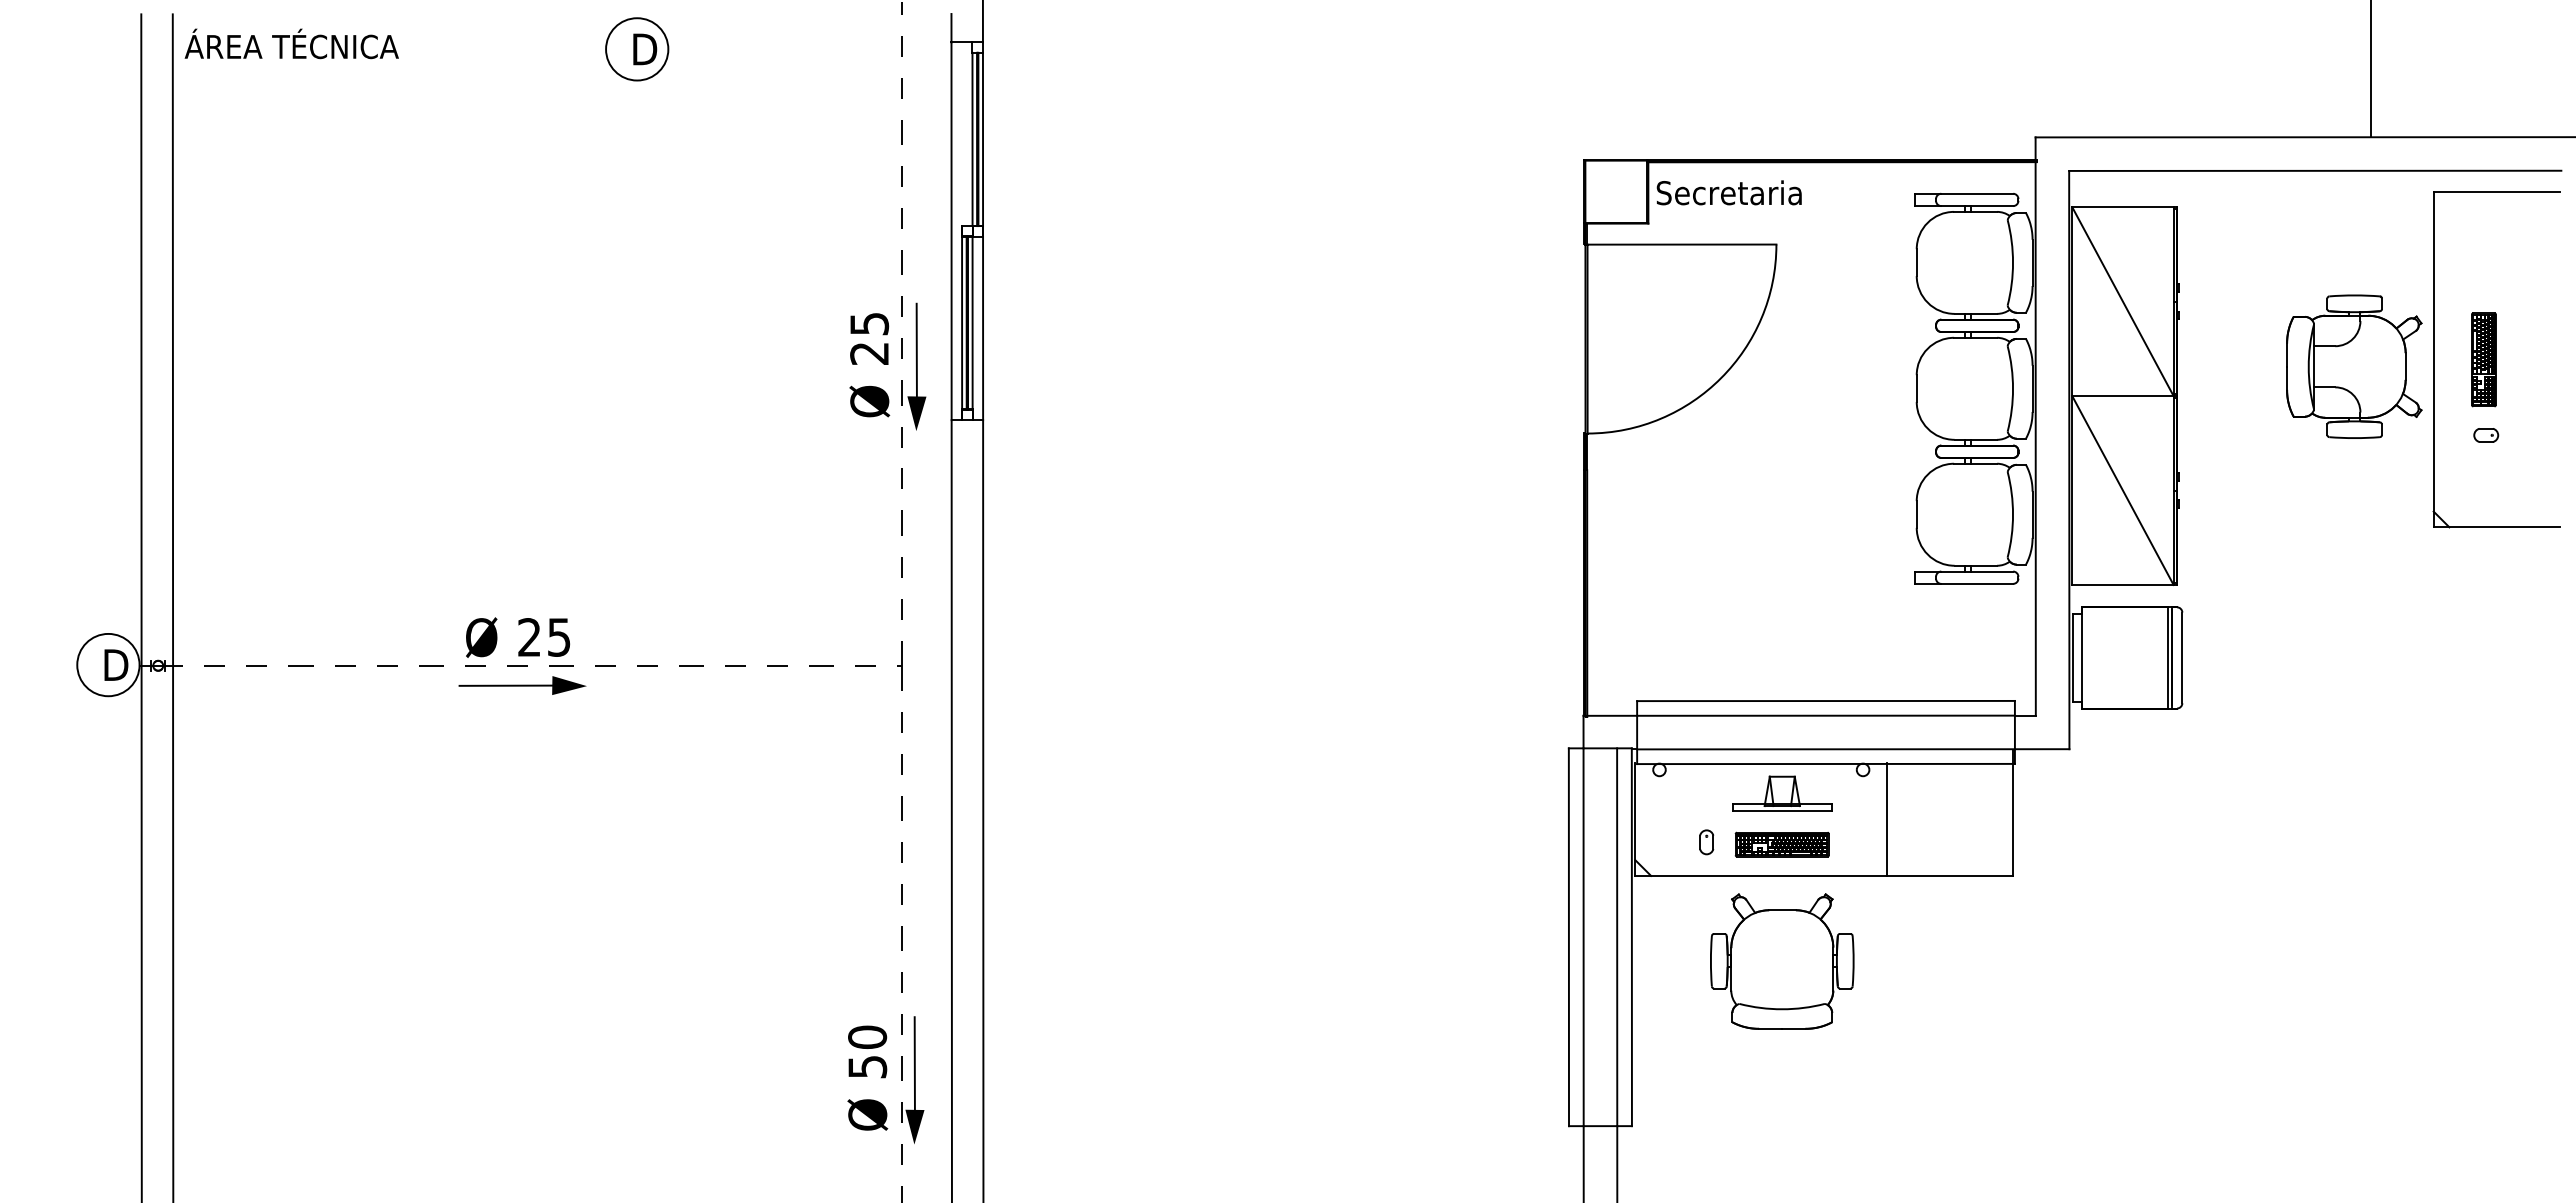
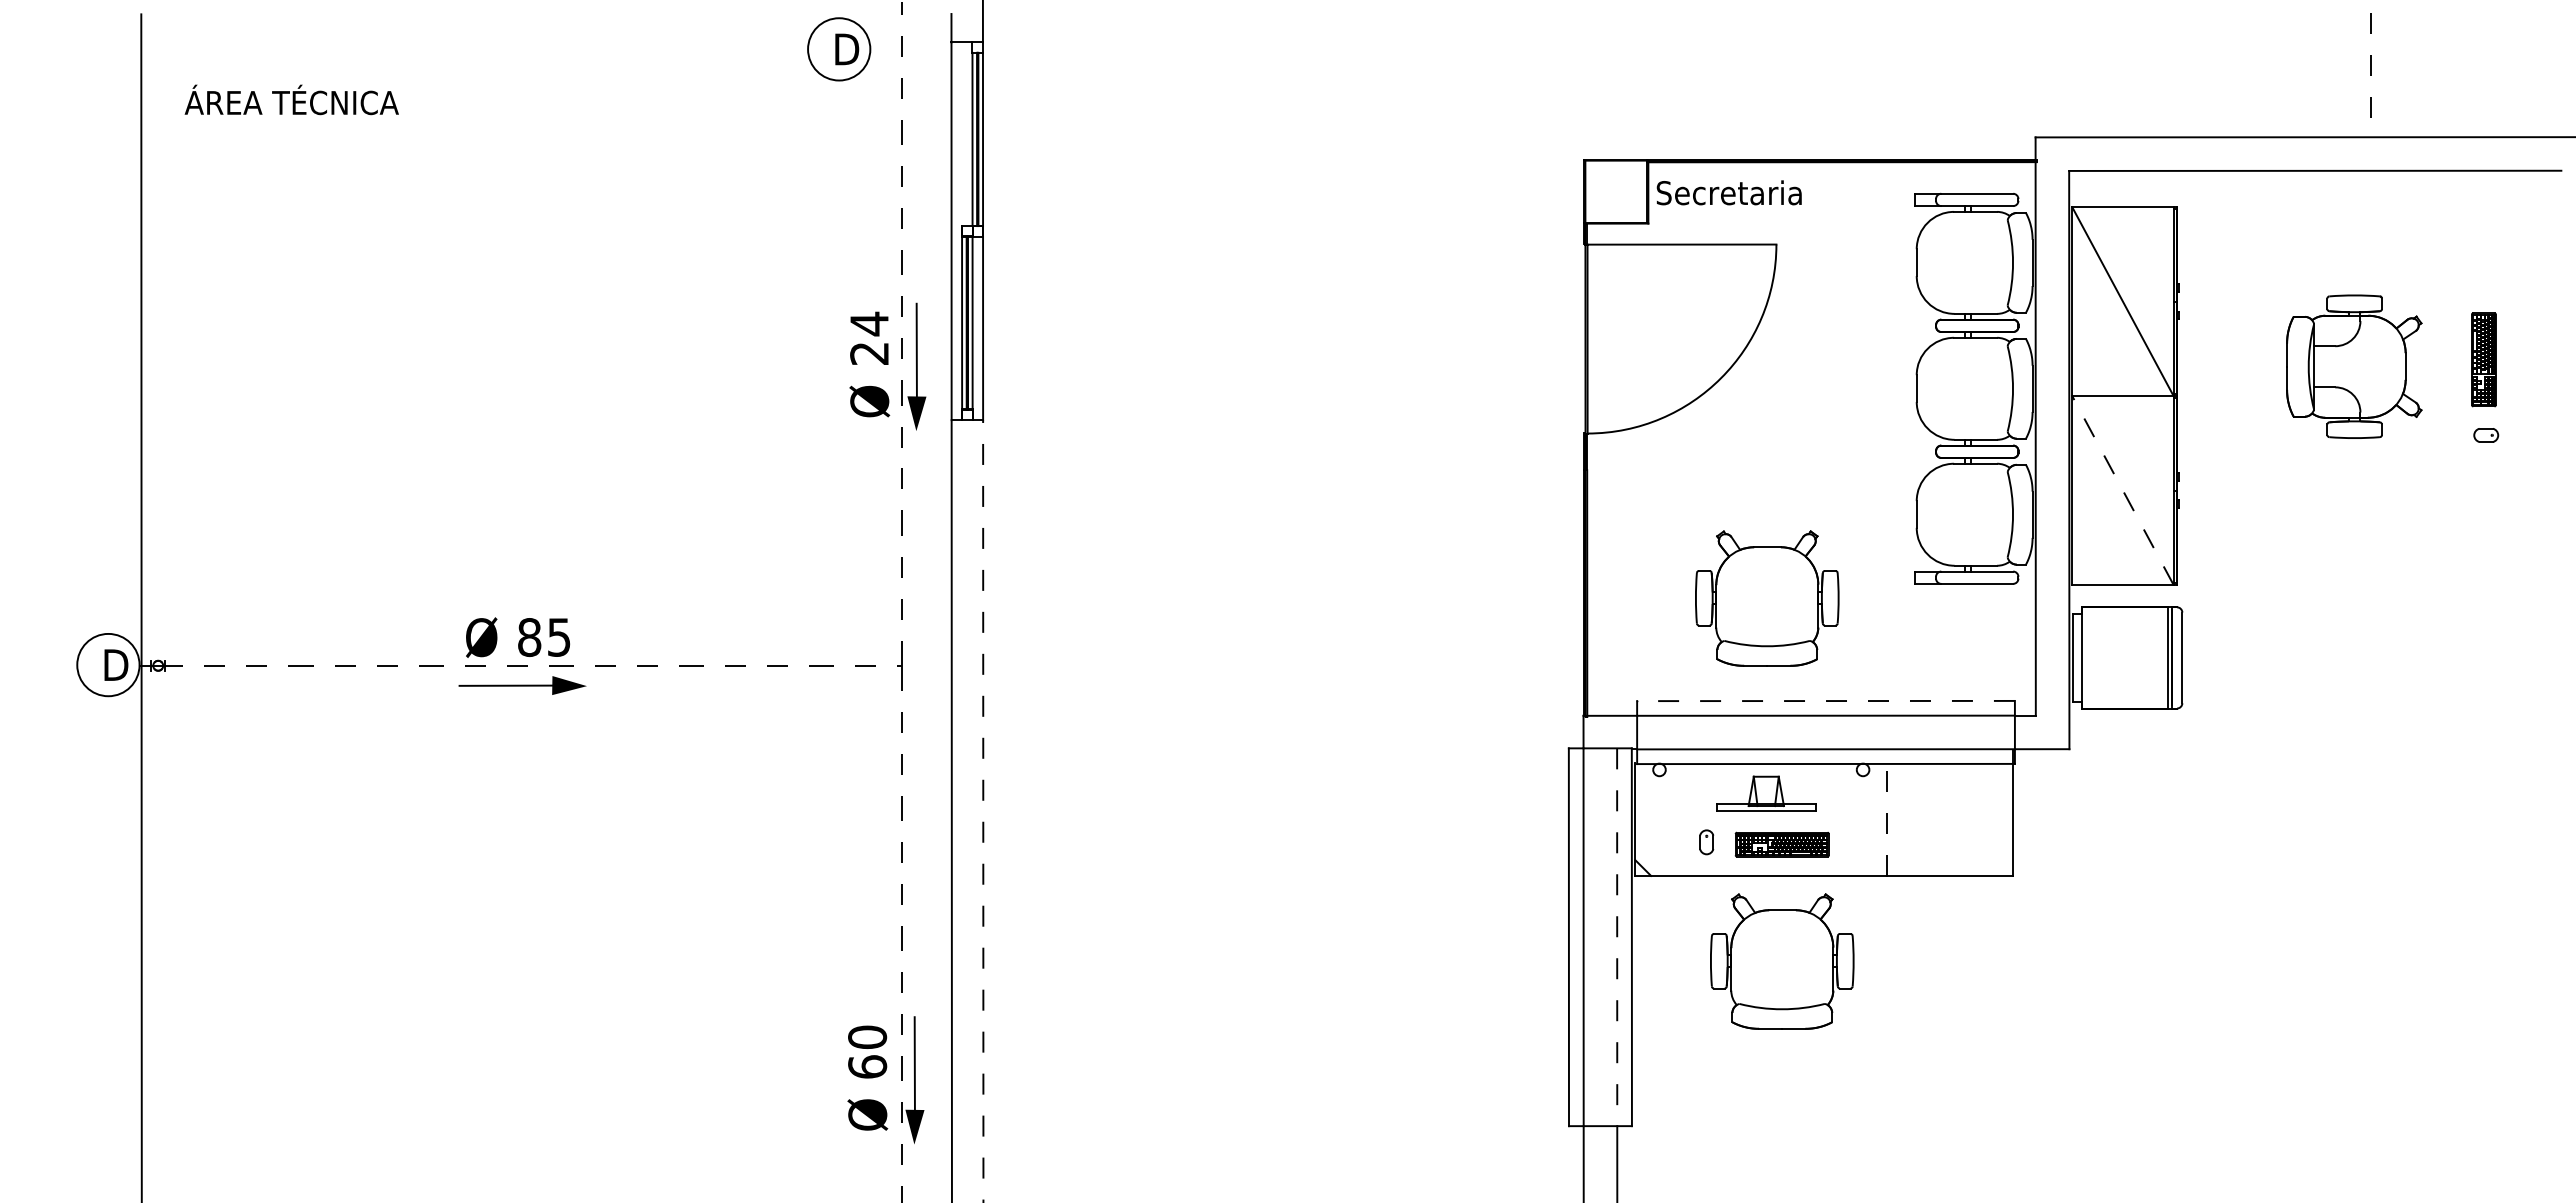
text at (291, 43) position: (291, 43) -> (291, 99)
part at (637, 49) position: (637, 49) -> (839, 49)
line at (2370, 69): solid -> dashed
text at (869, 323): 25 -> 24
part at (2434, 359): present -> none
line at (2122, 490): solid -> dashed
part at (1767, 598): none -> present
line at (172, 606): present -> none
text at (529, 637): 25 -> 85
line at (1826, 701): solid -> dashed
part at (1782, 793) position: (1782, 793) -> (1766, 793)
line at (983, 810): solid -> dashed
line at (1887, 819): solid -> dashed
line at (1617, 937): solid -> dashed
text at (867, 1066): 50 -> 60
